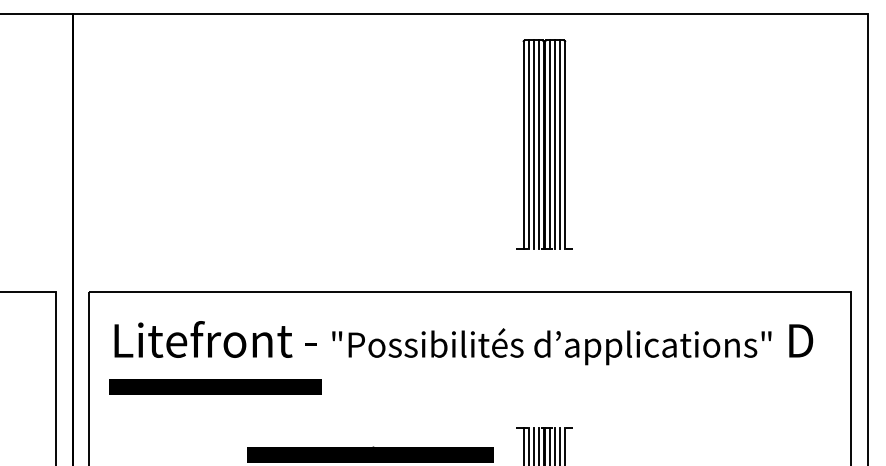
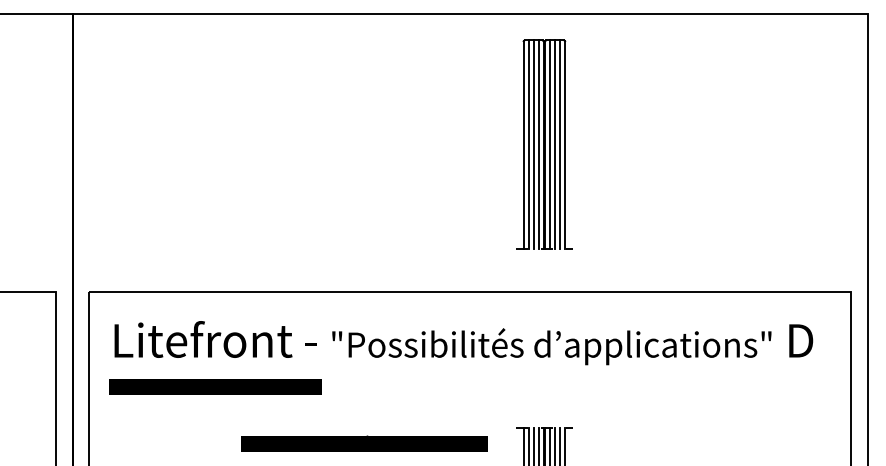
text at (370, 454) position: (370, 454) -> (364, 443)
